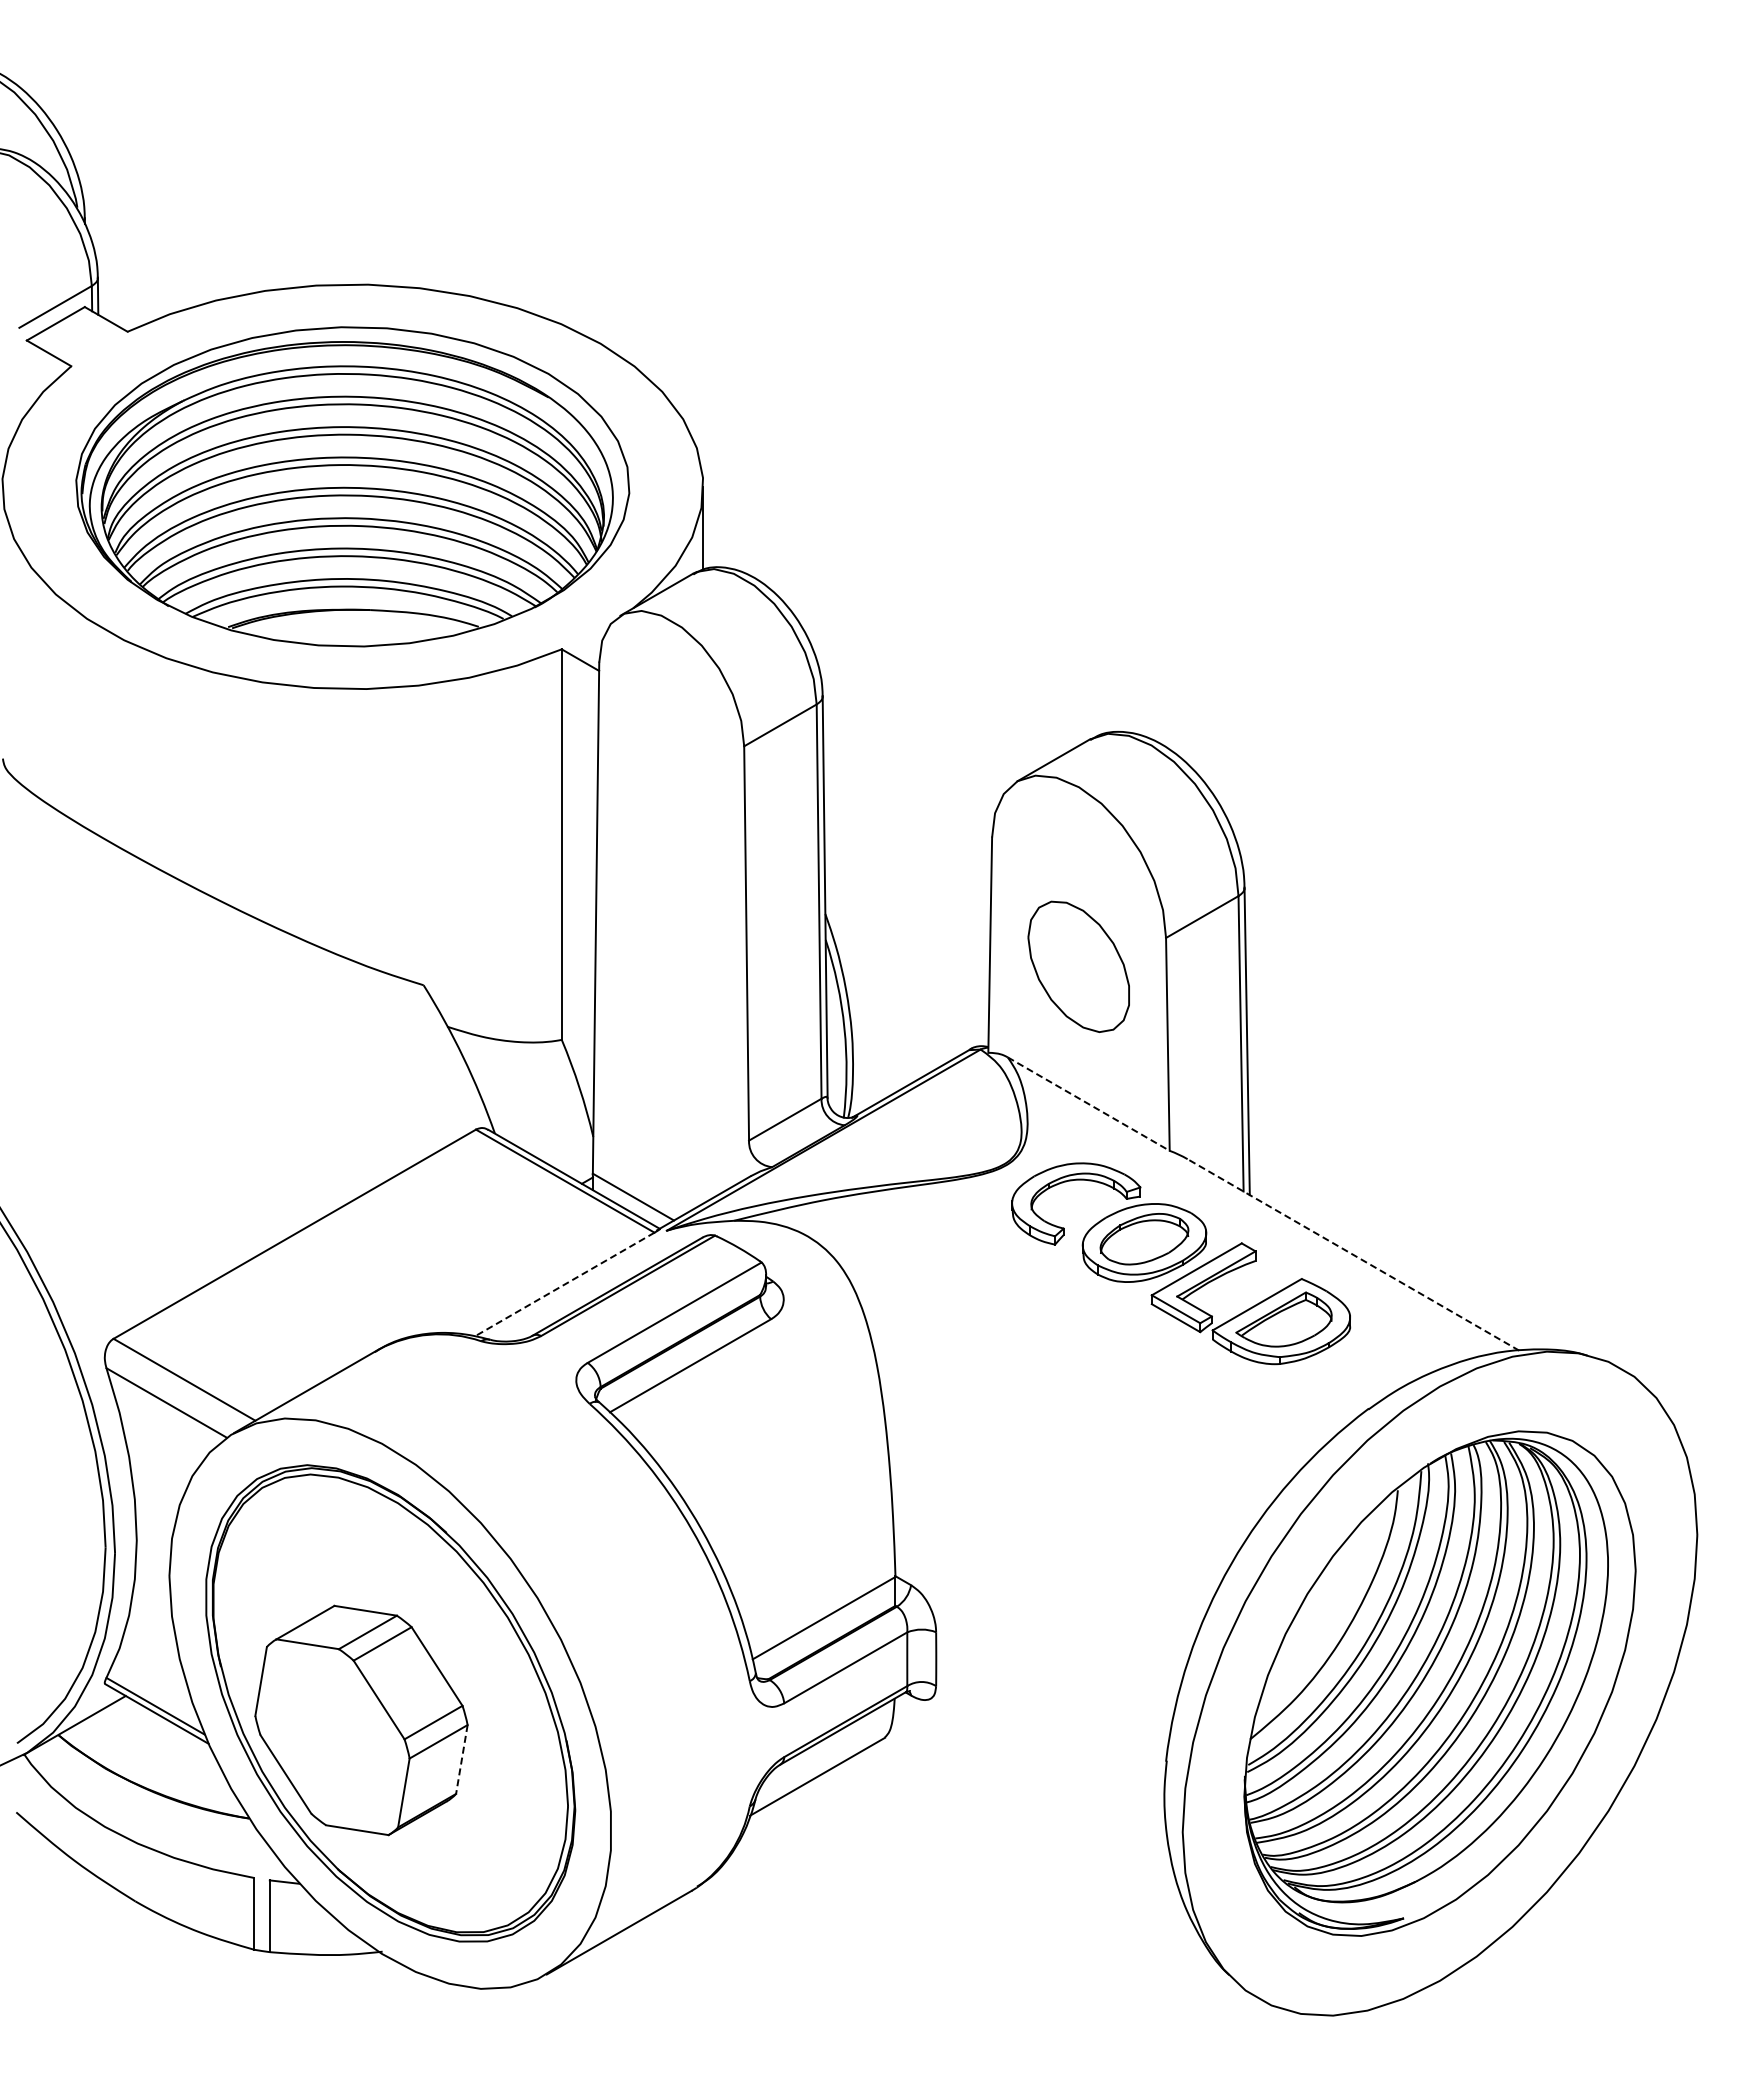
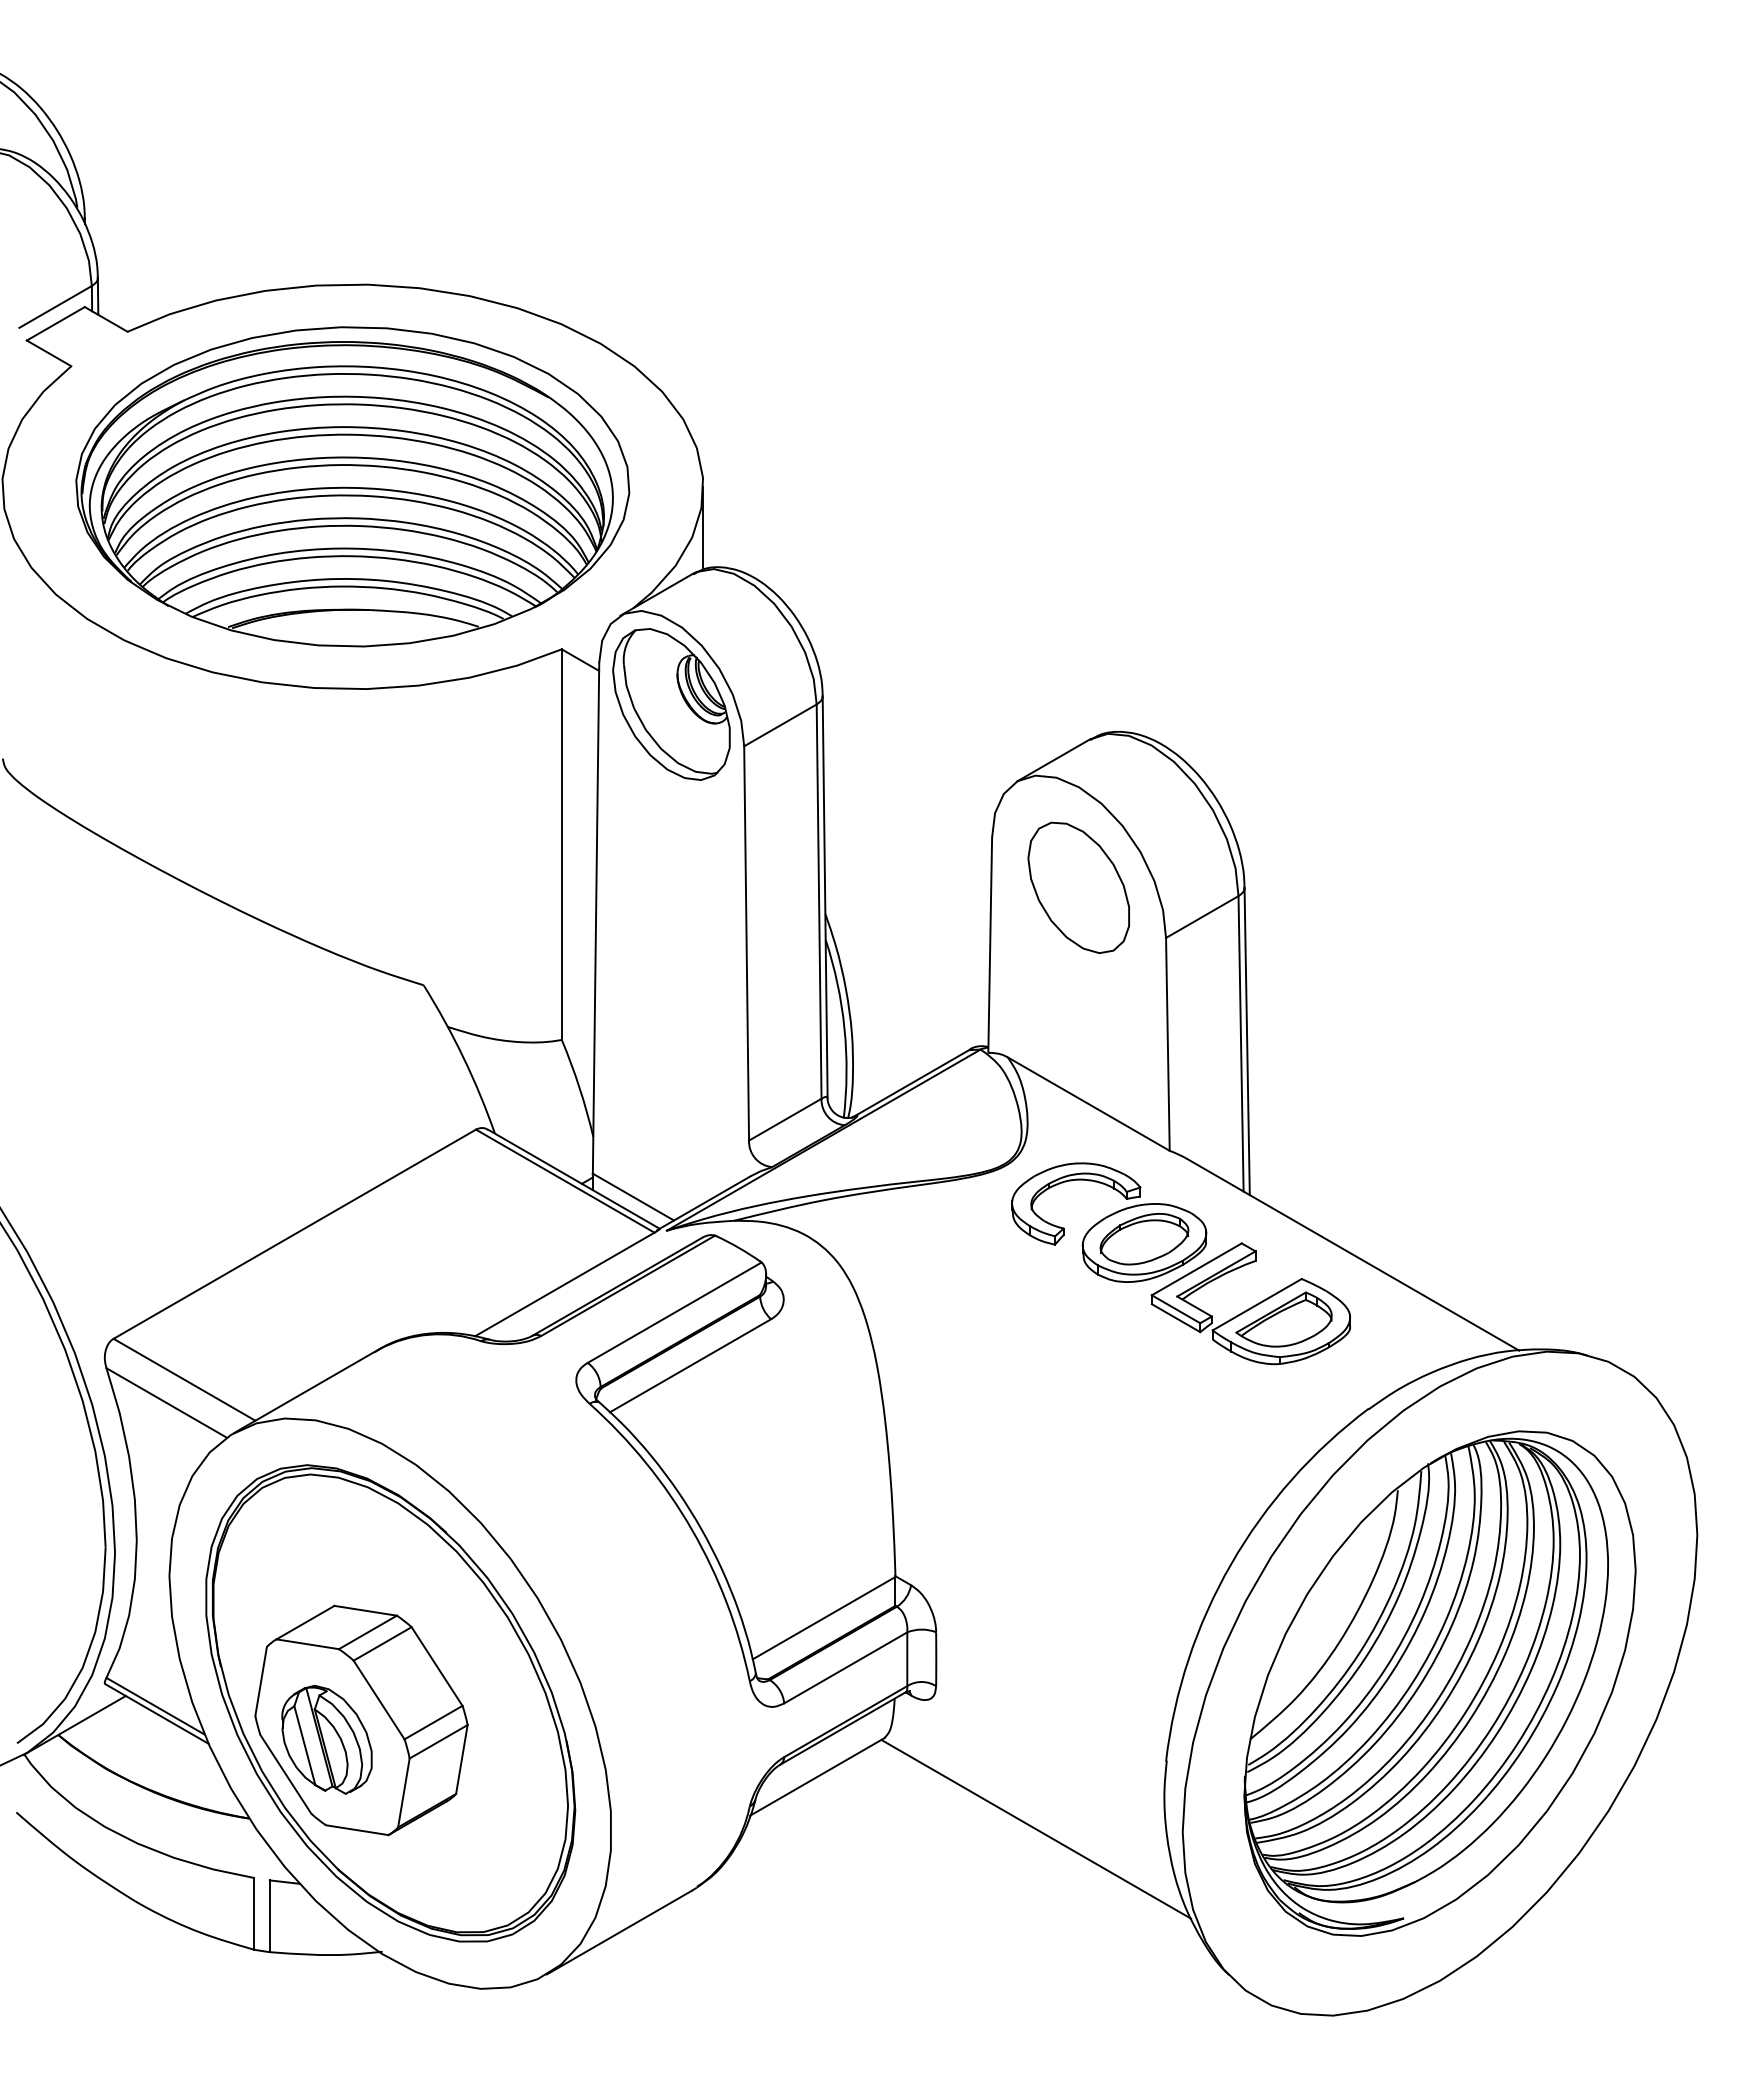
part at (671, 704): none -> present
part at (1078, 966) position: (1078, 966) -> (1078, 887)
line at (1089, 1104): dashed -> solid
line at (1353, 1254): dashed -> solid
line at (564, 1284): dashed -> solid
part at (326, 1739): none -> present
line at (461, 1759): dashed -> solid
line at (1036, 1828): none -> present
